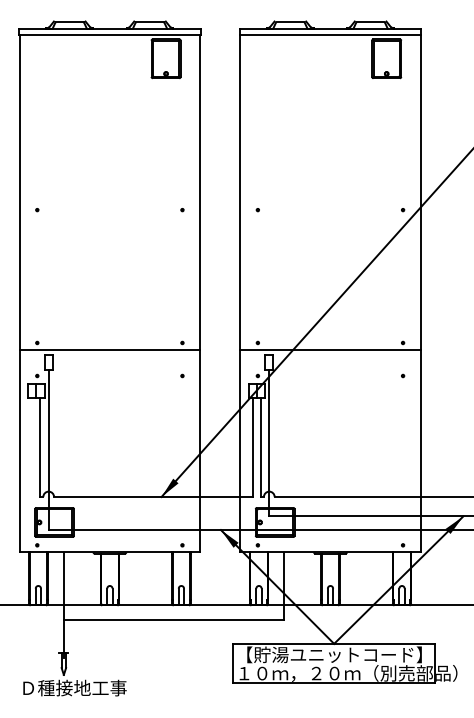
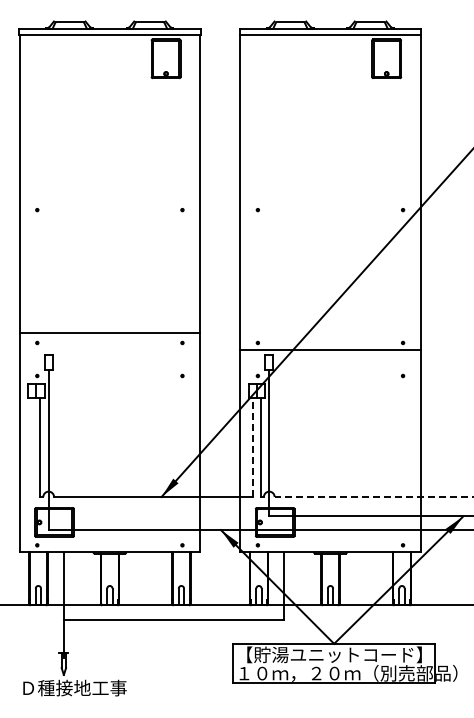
line at (109, 349) position: (109, 349) -> (109, 332)
line at (252, 447): solid -> dashed
line at (373, 497): solid -> dashed
